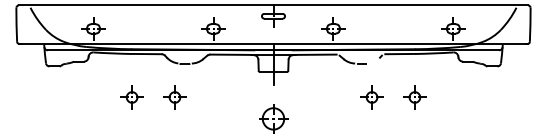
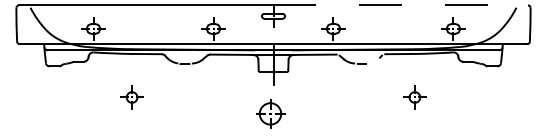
line at (401, 5): solid -> dashed
part at (174, 97): present -> none
part at (371, 97): present -> none
part at (273, 118) position: (273, 118) -> (270, 113)
